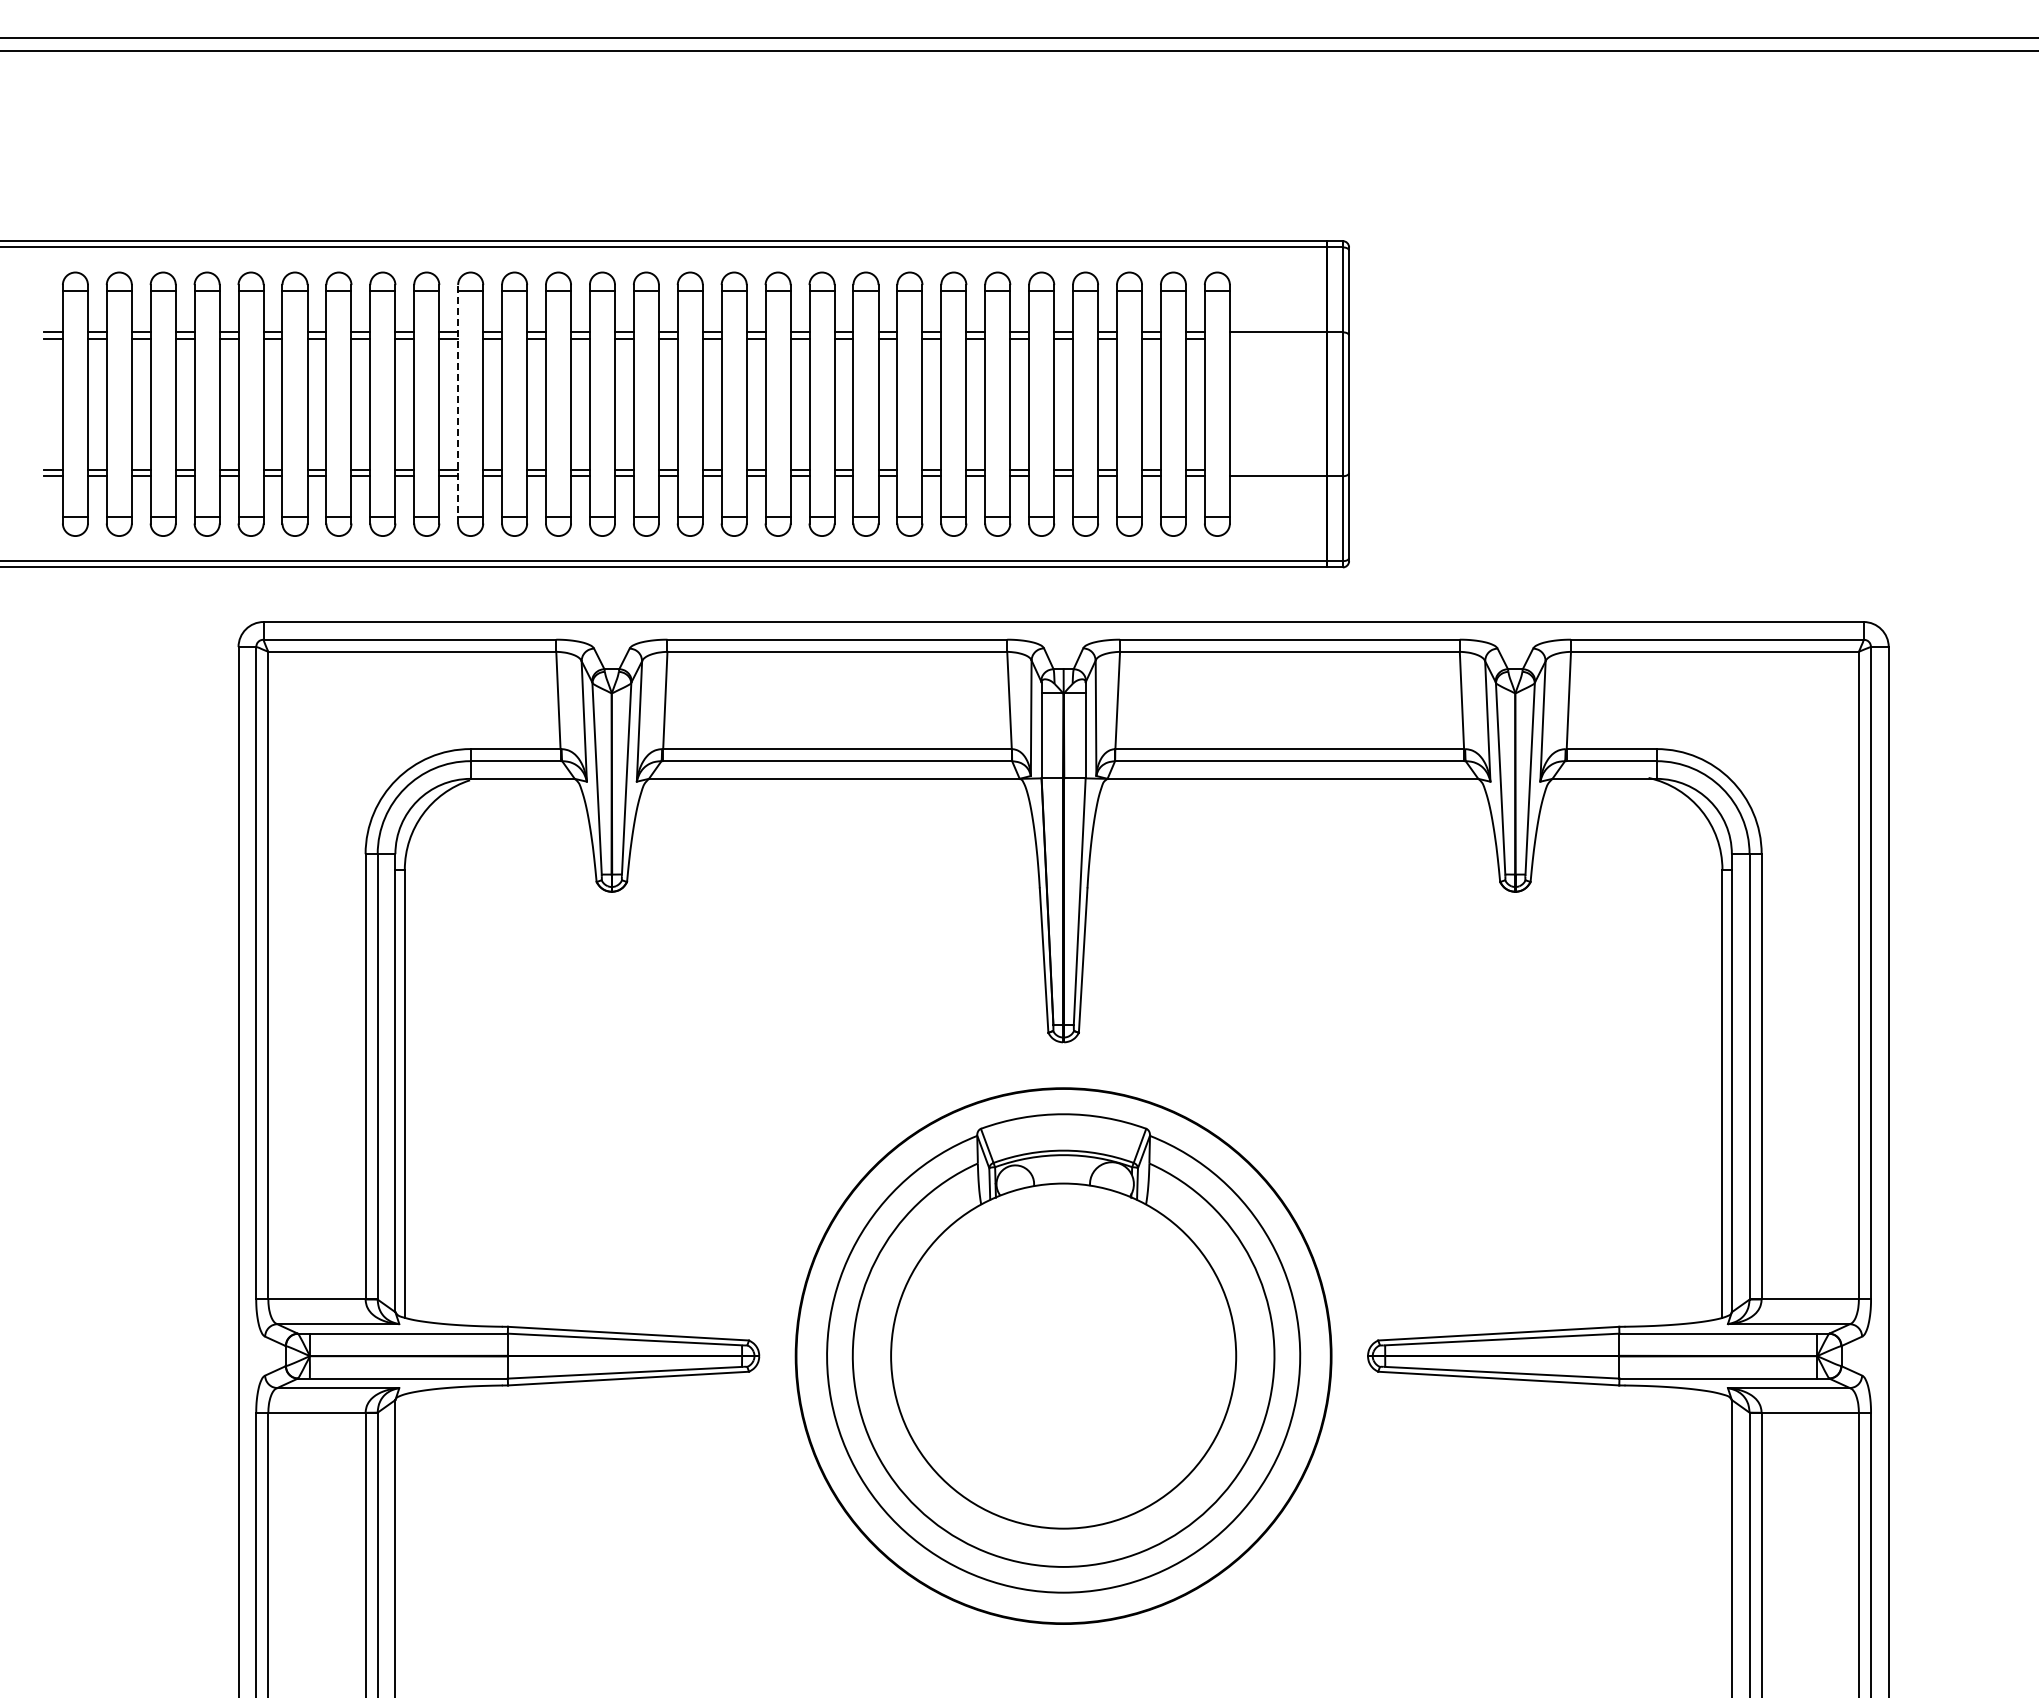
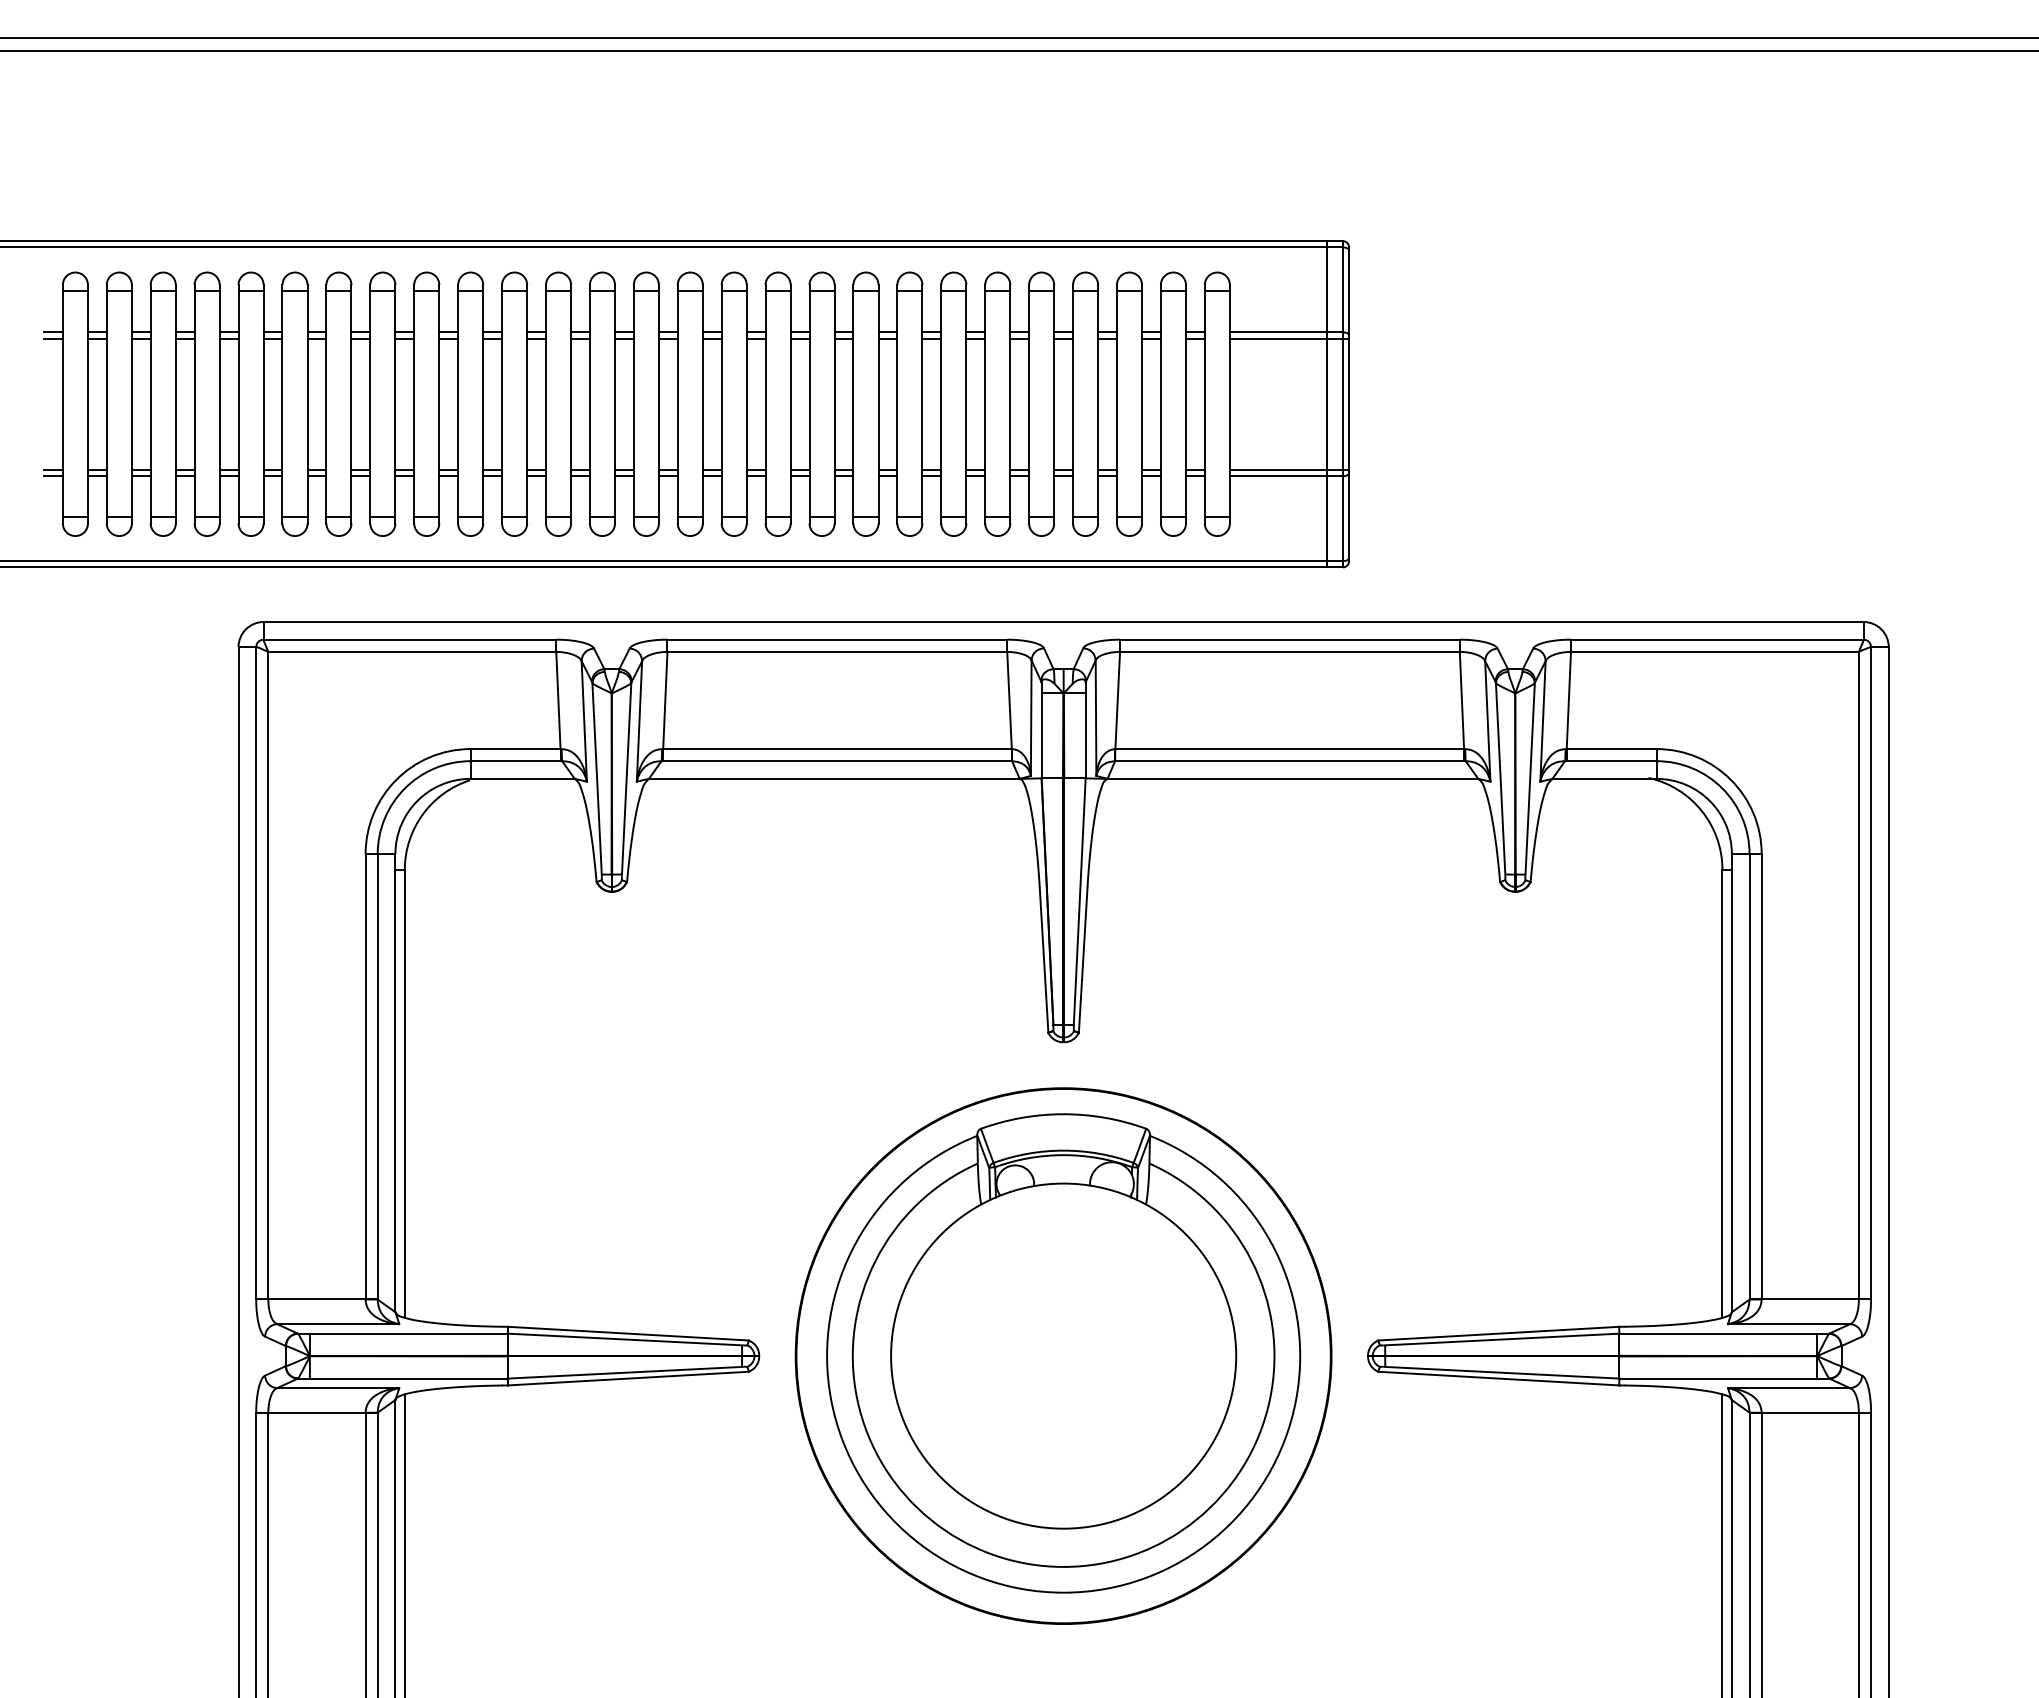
line at (1289, 338): none -> present
line at (458, 403): dashed -> solid
line at (1289, 469): none -> present
line at (404, 1544): none -> present
line at (1722, 1544): none -> present
